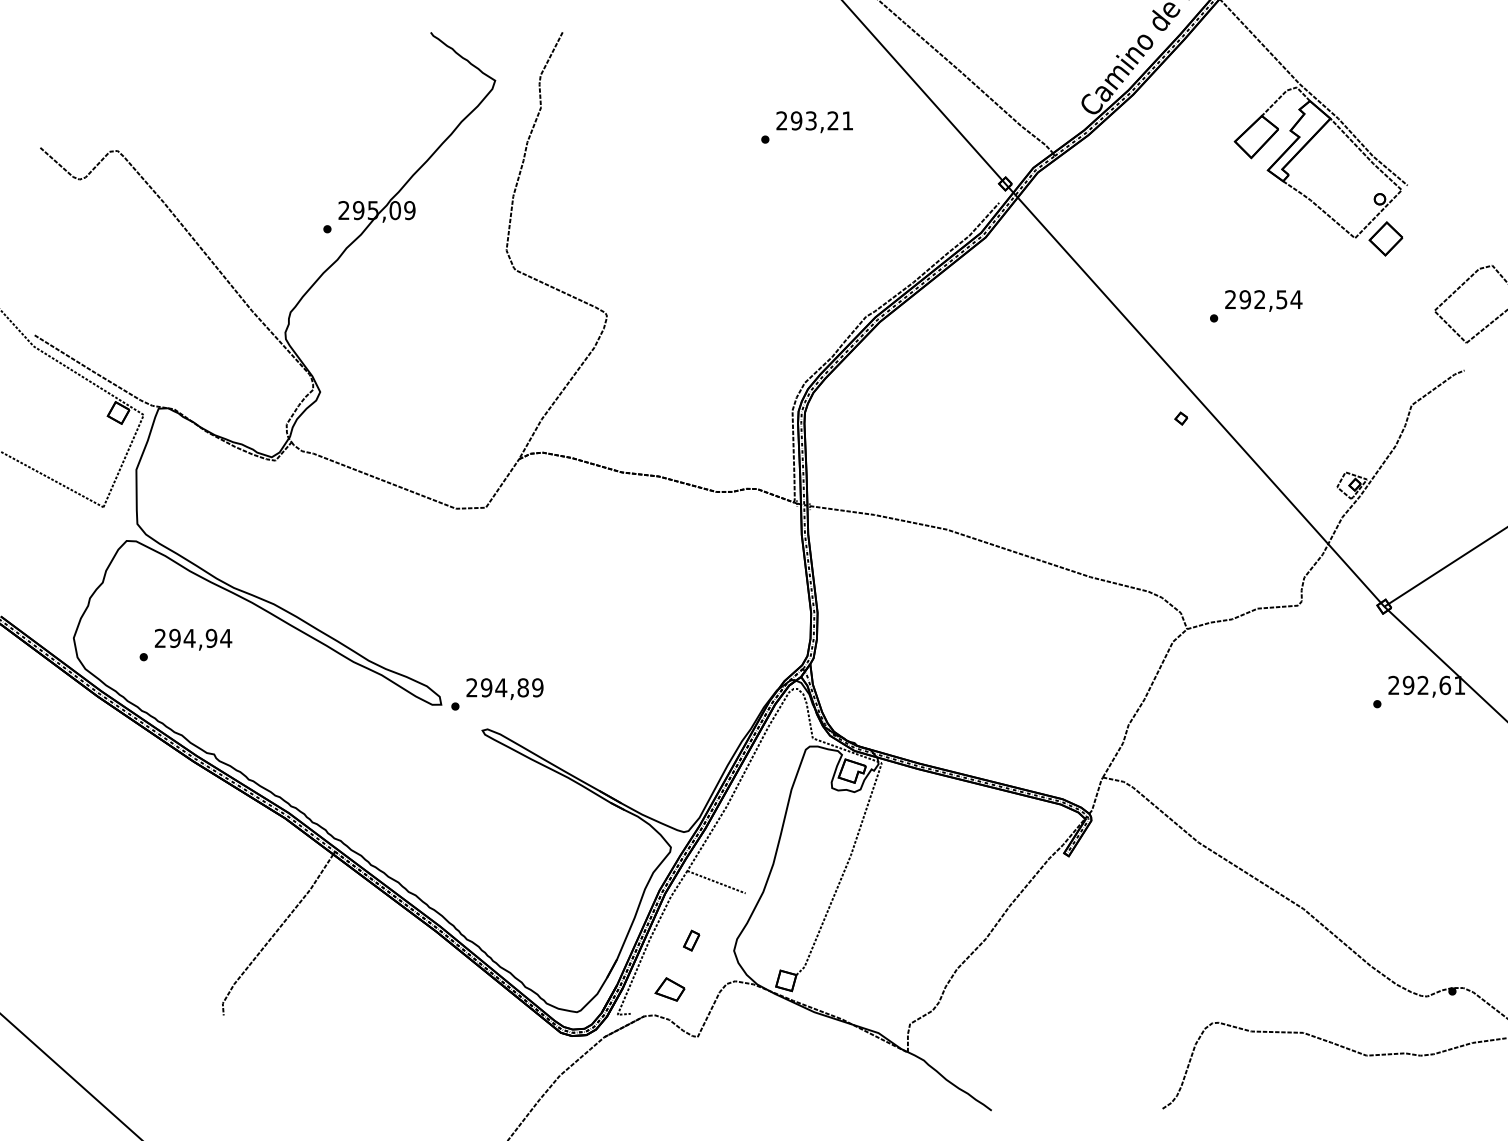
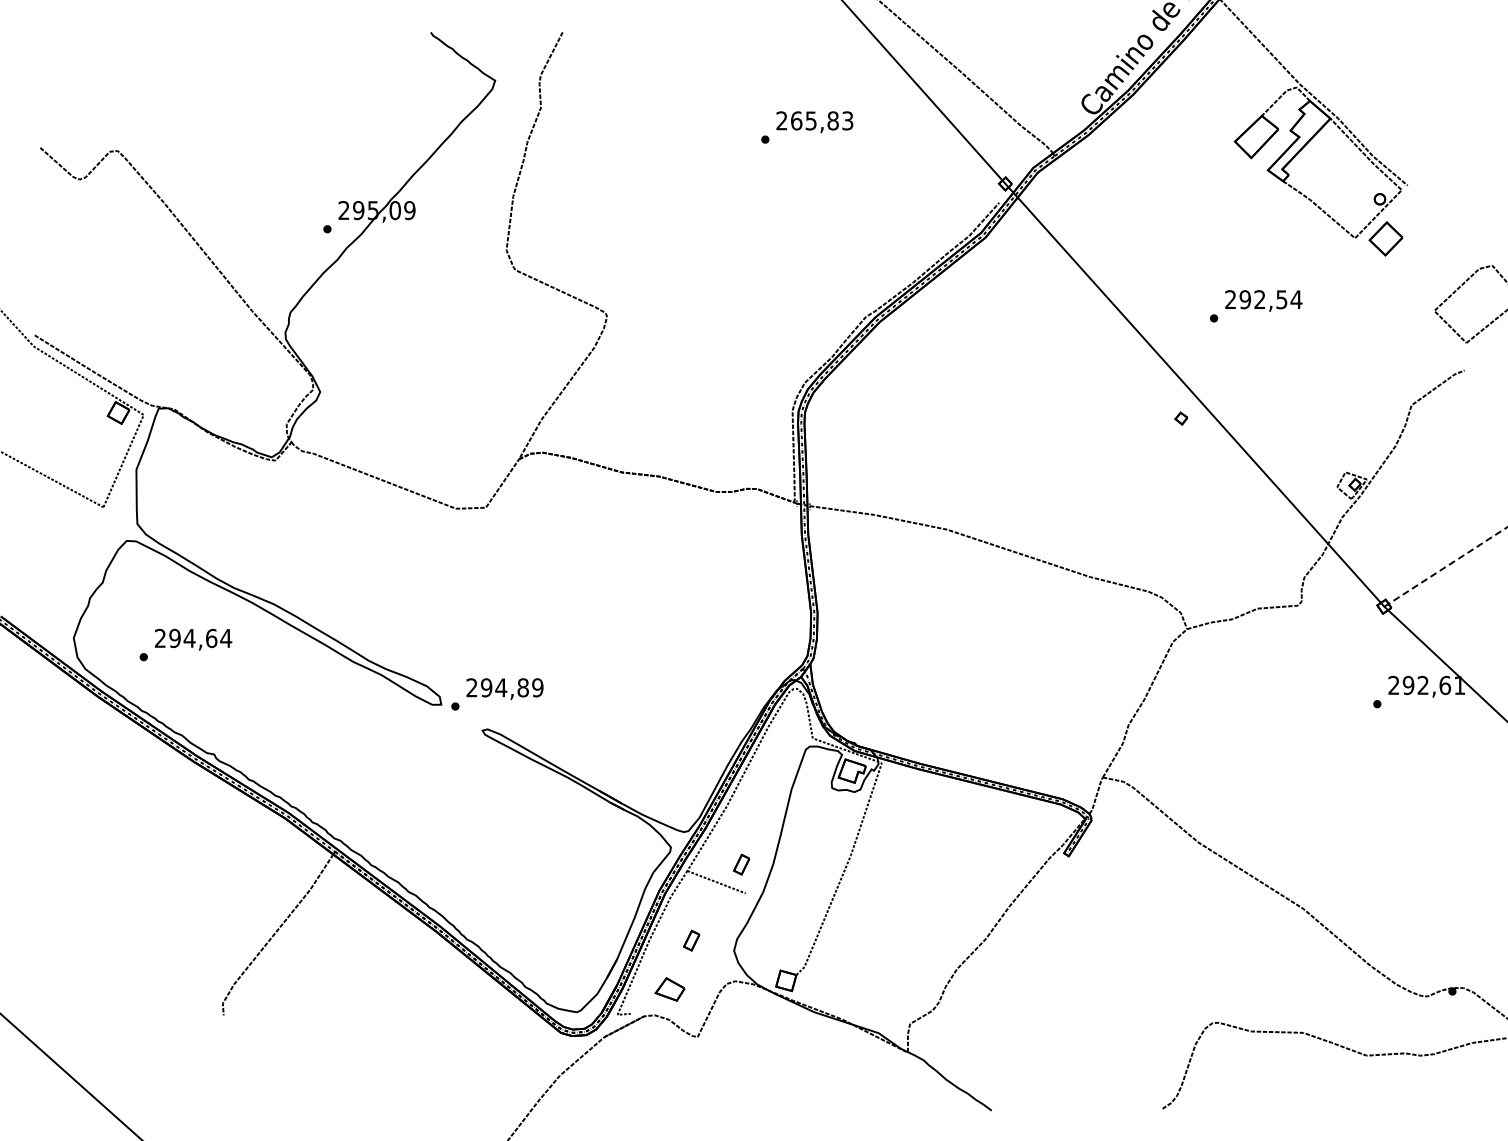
text at (821, 120): 293,21 -> 265,83
line at (1446, 566): solid -> dashed
text at (211, 638): 294,94 -> 294,64
part at (741, 864): none -> present
